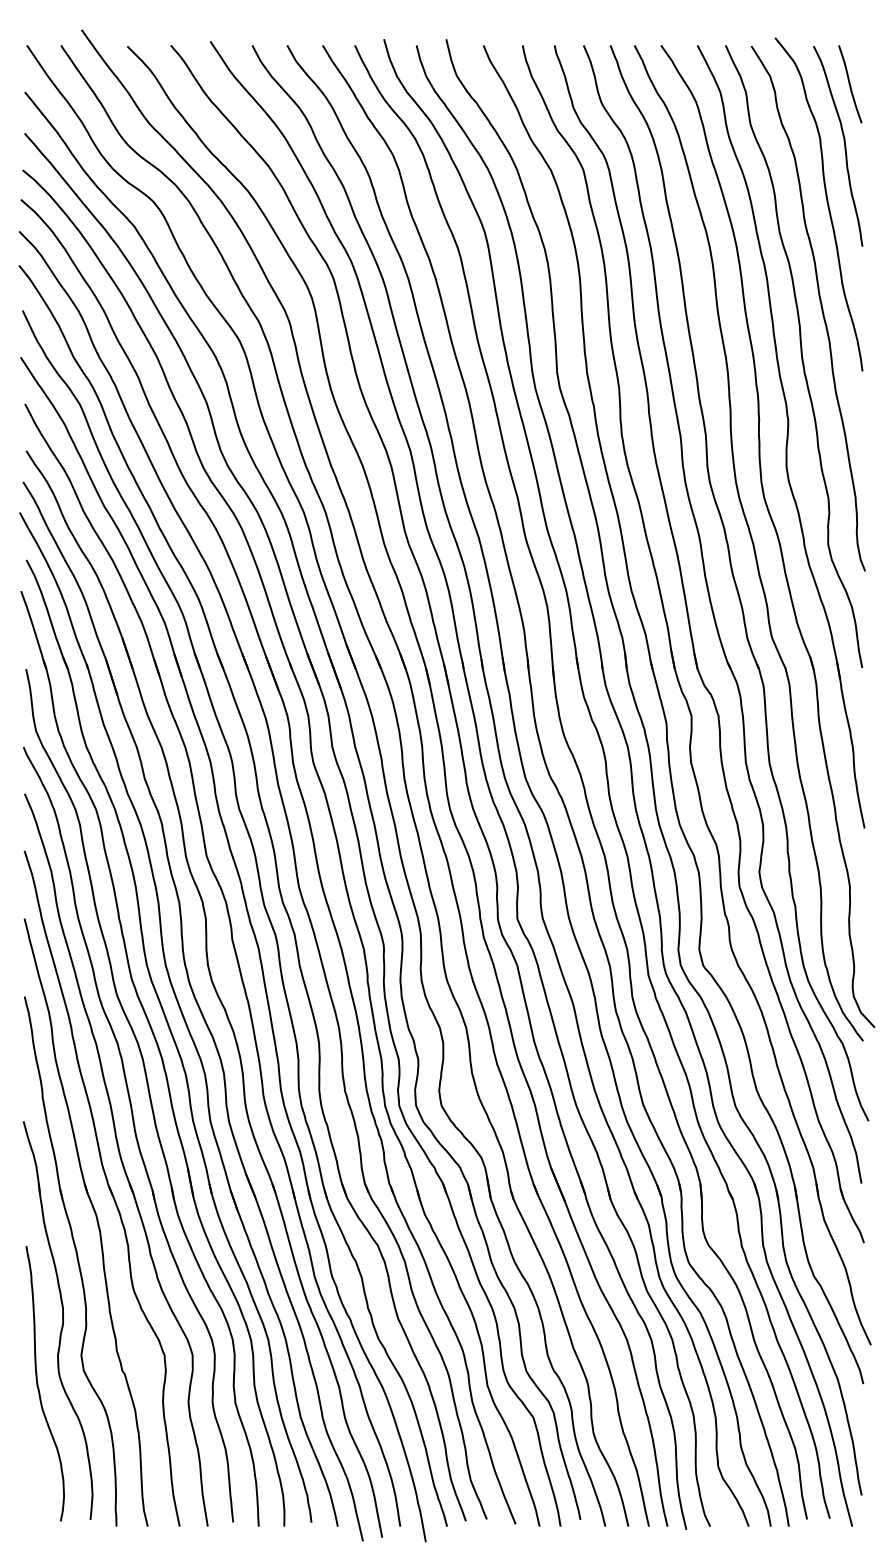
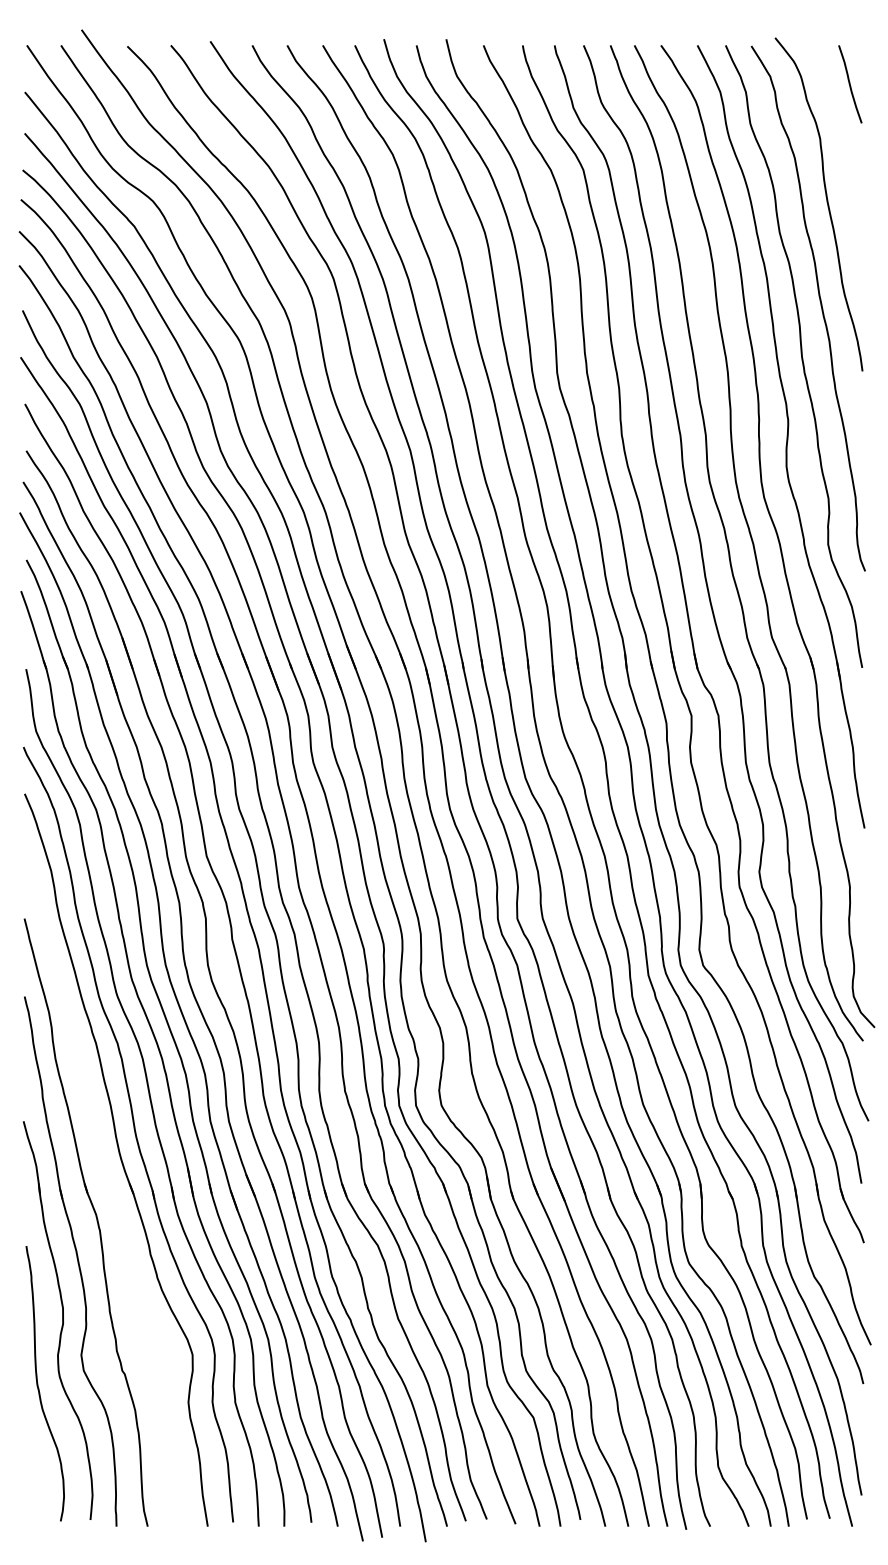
curve at (844, 145): present -> none
part at (107, 1185): present -> none
